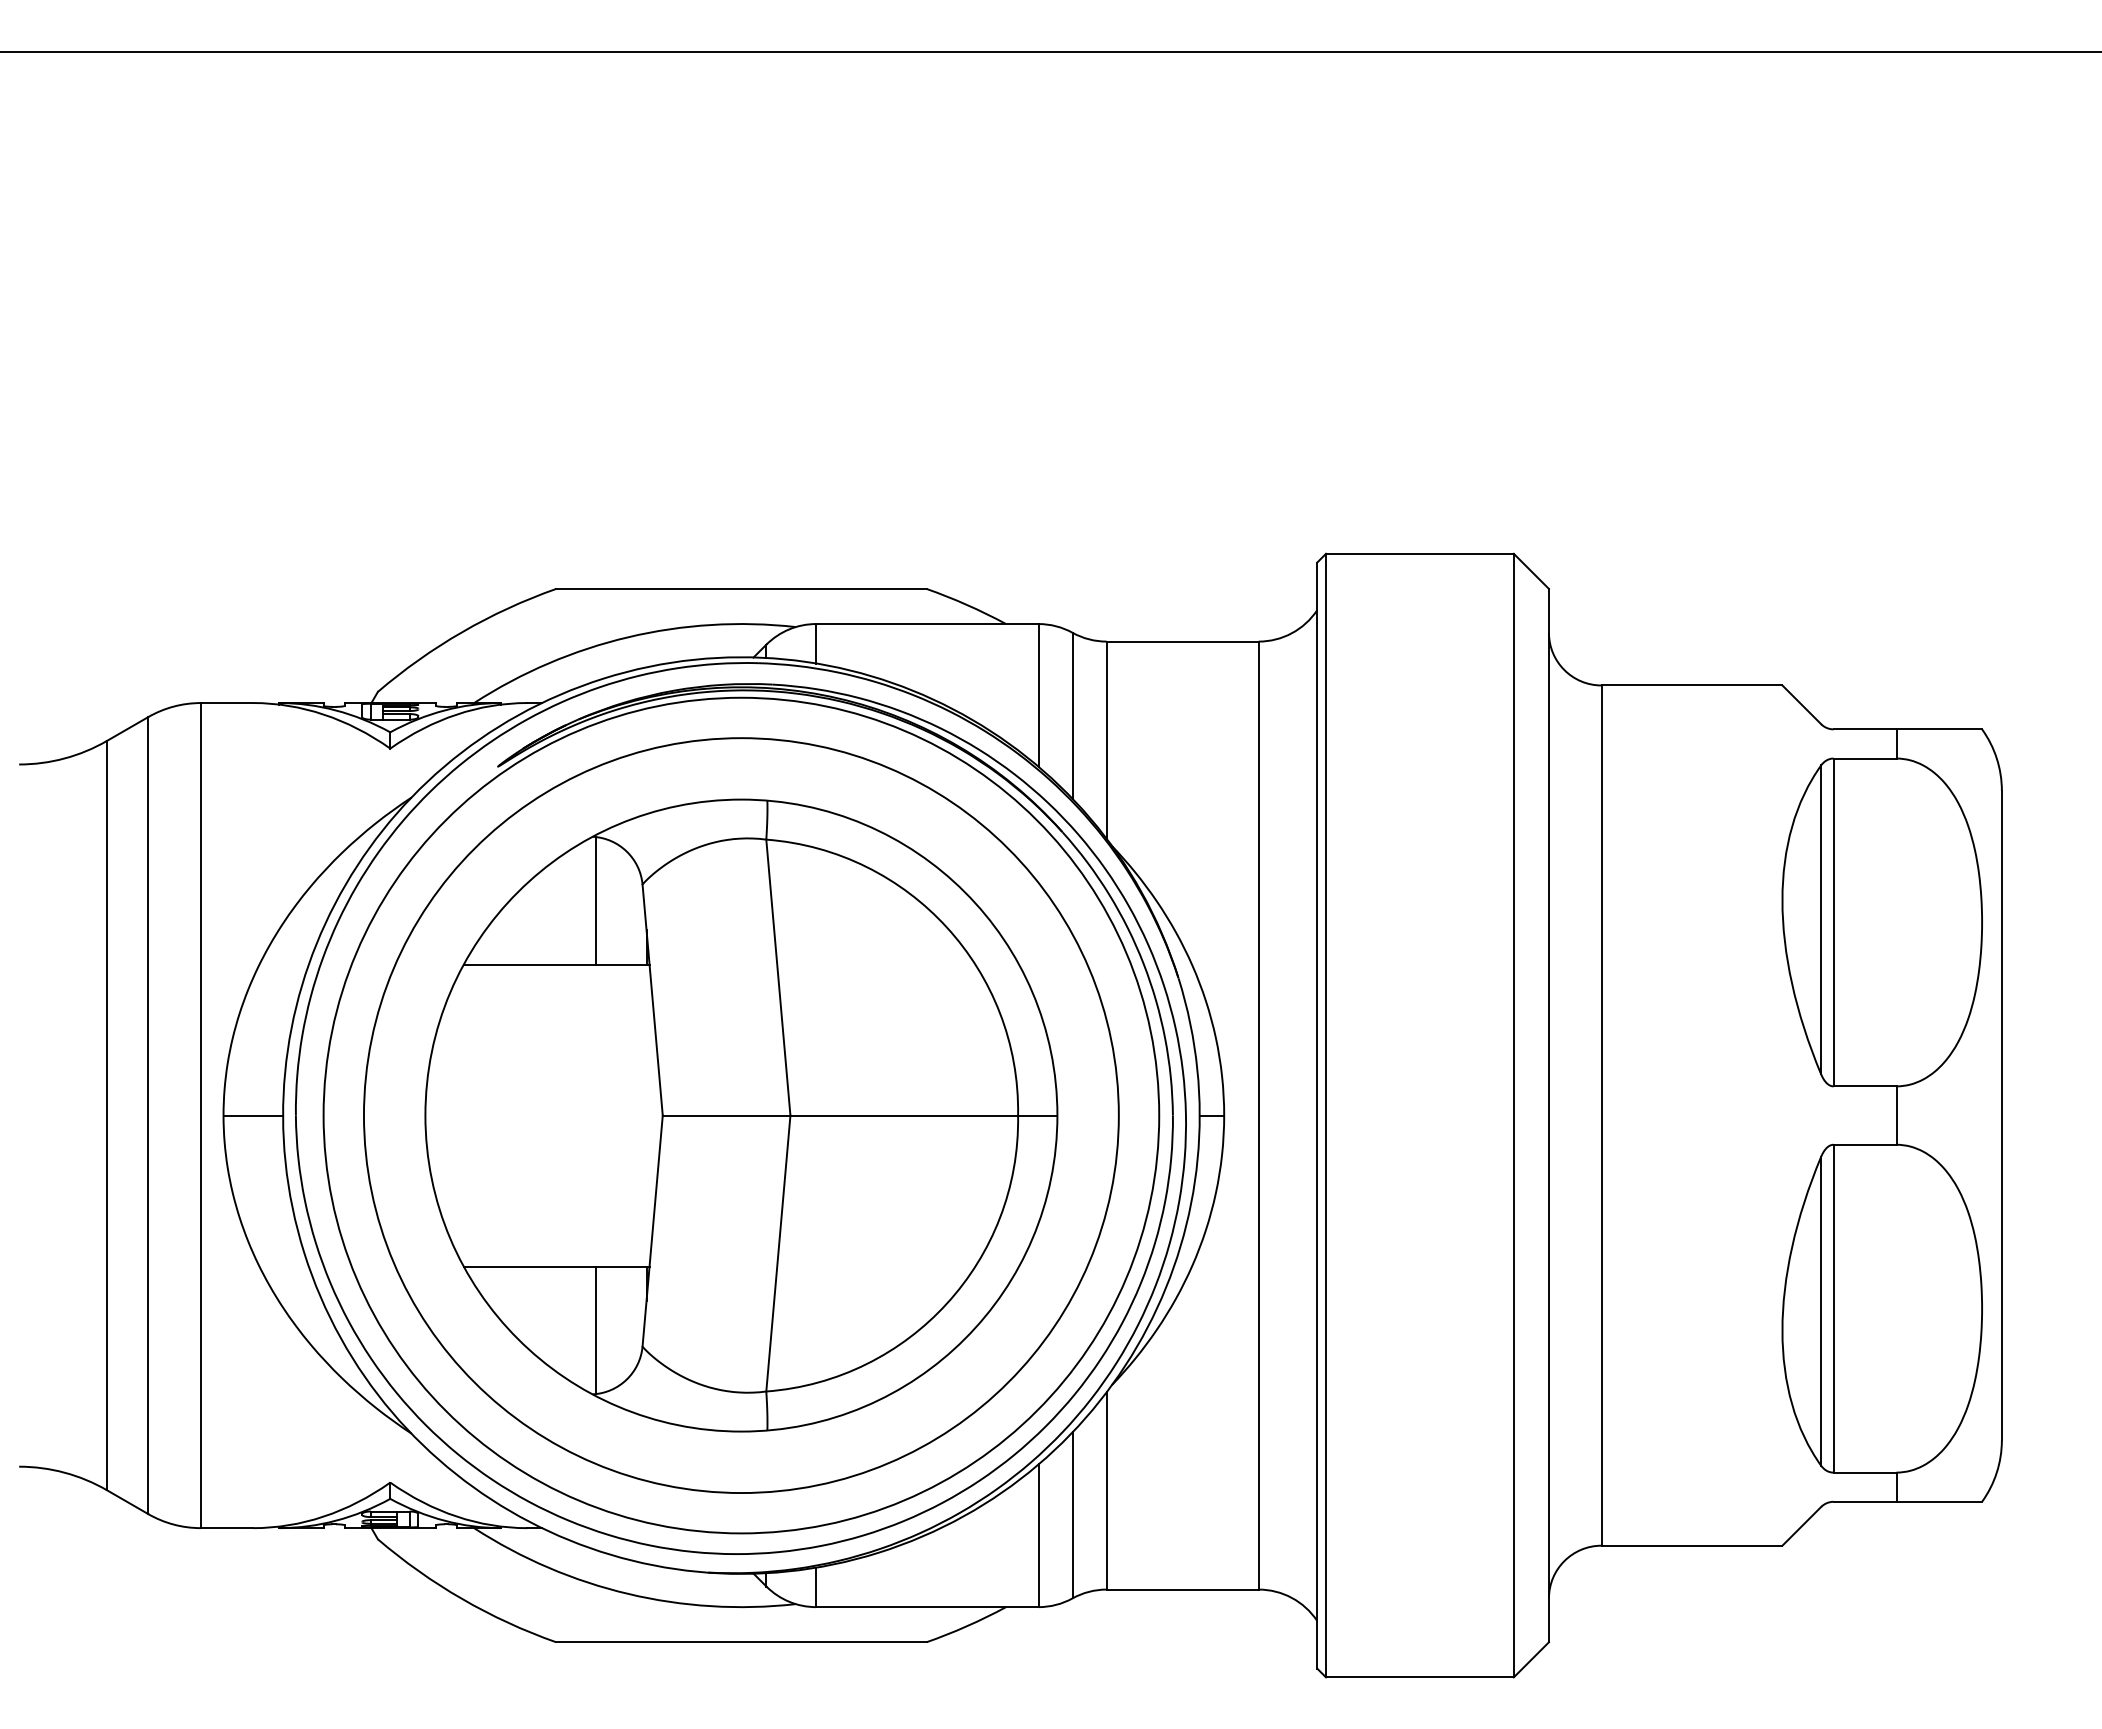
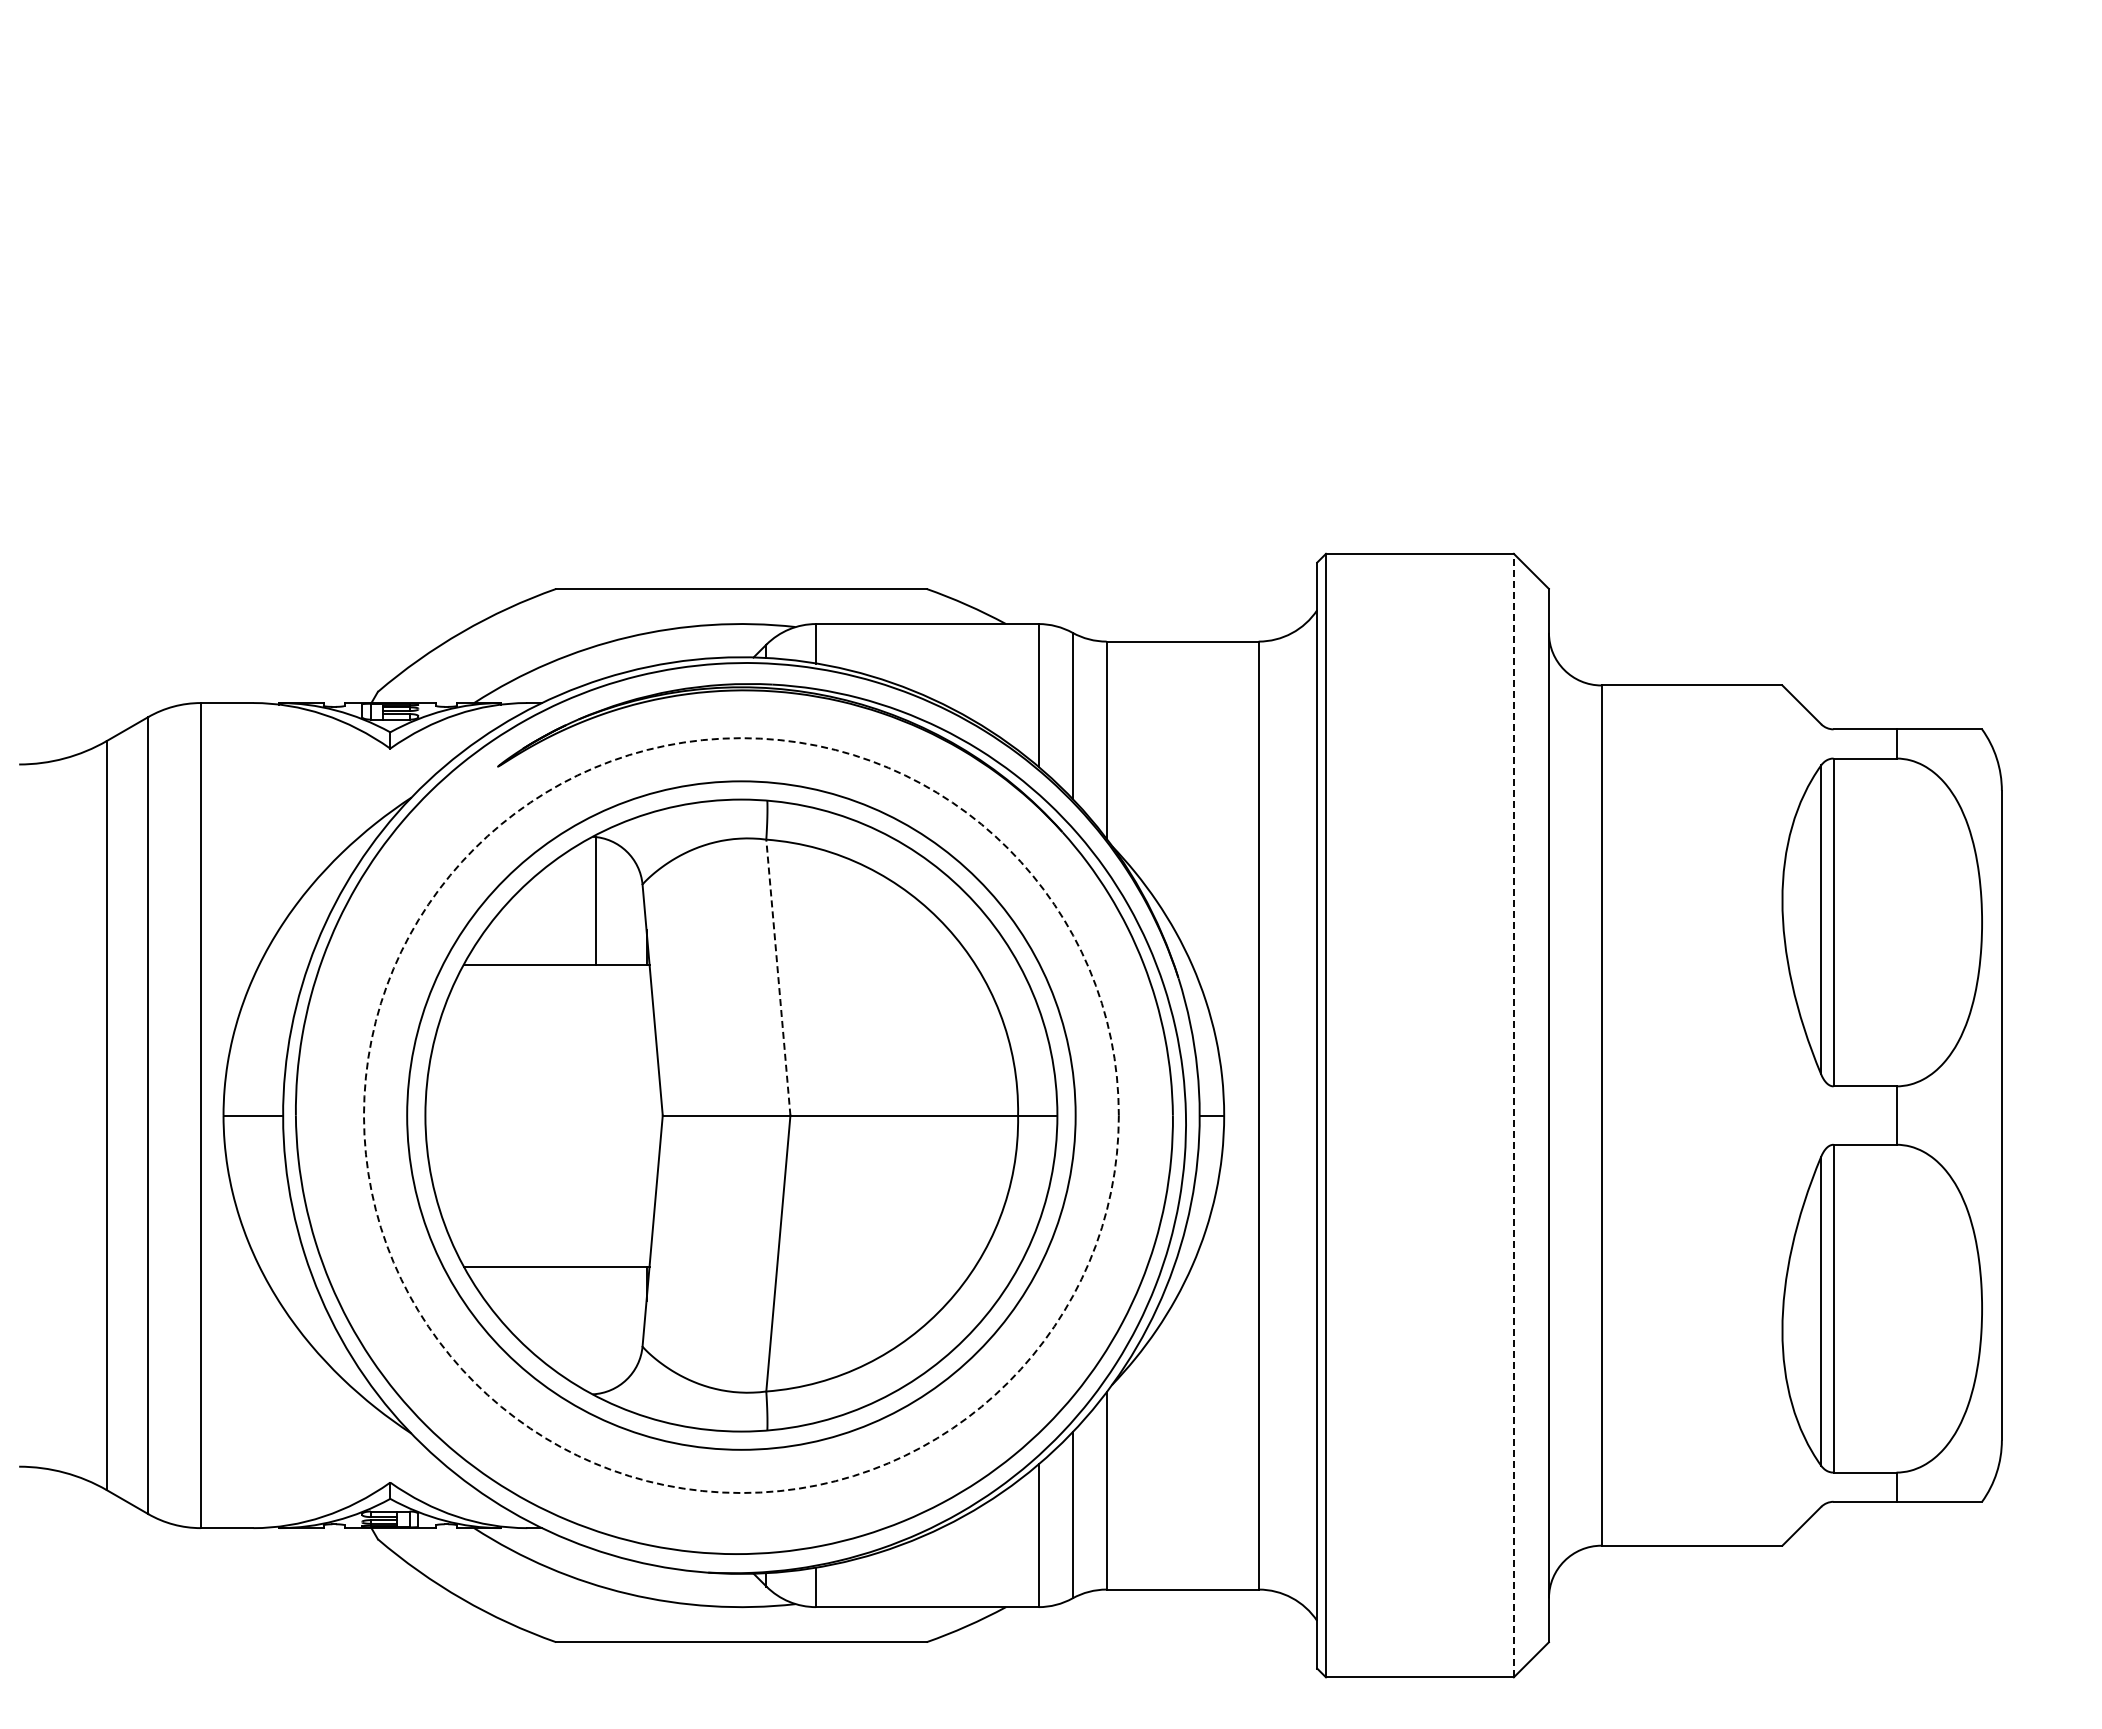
line at (1050, 51): present -> none
line at (778, 977): solid -> dashed
circle at (740, 1115): solid -> dashed
circle at (741, 1115) diameter: 836 px -> 669 px
line at (1513, 1115): solid -> dashed
line at (595, 1330): present -> none
